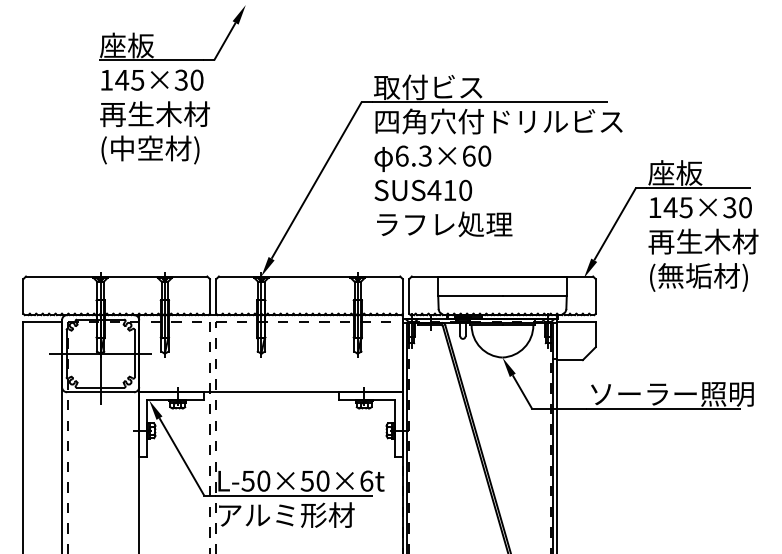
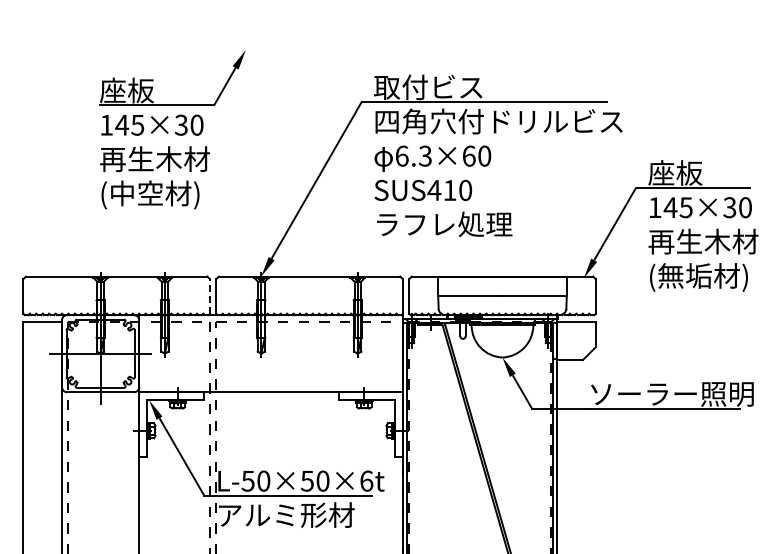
part at (172, 84) position: (172, 84) -> (172, 129)
line at (209, 295): solid -> dashed
